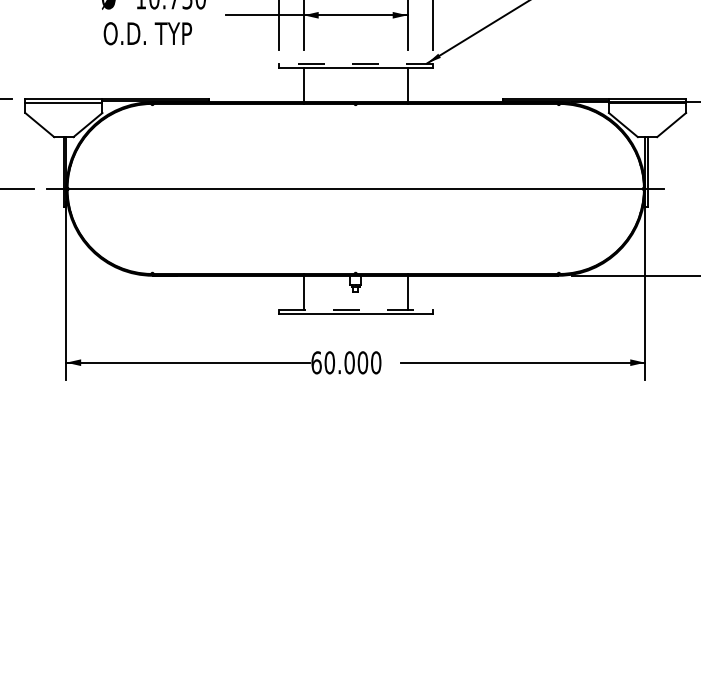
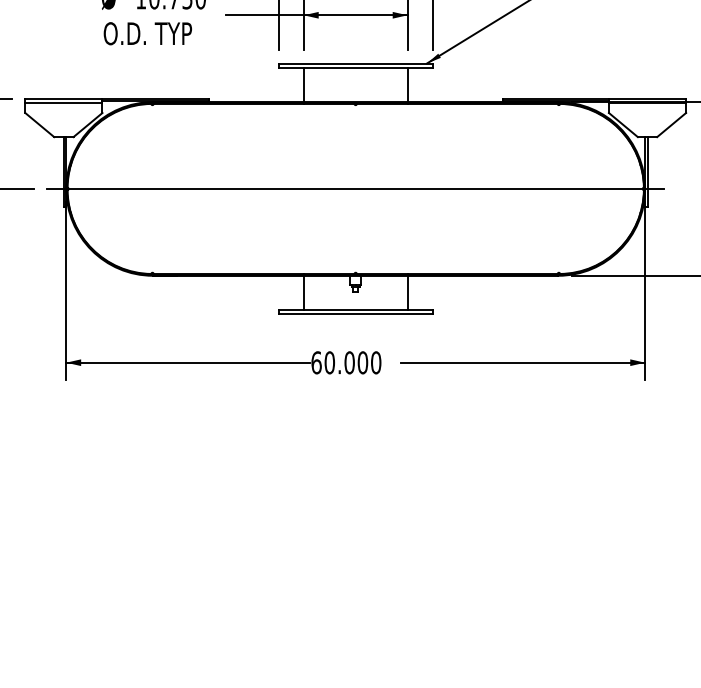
line at (355, 63): dashed -> solid
line at (356, 309): dashed -> solid
